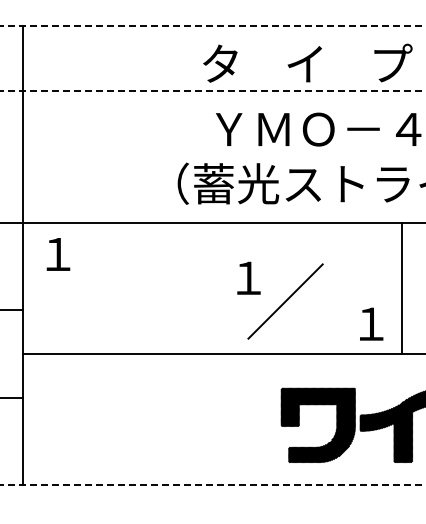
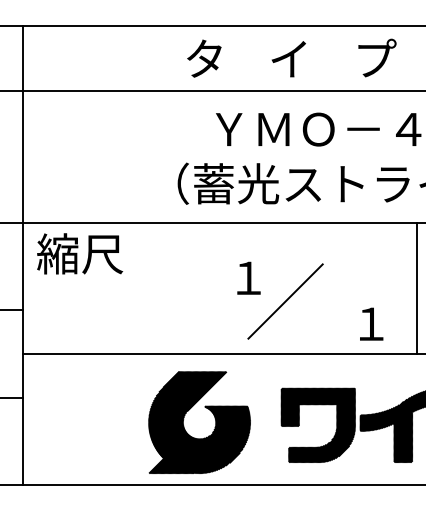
line at (213, 25): dashed -> solid
text at (307, 62) position: (307, 62) -> (291, 57)
line at (213, 91): dashed -> solid
text at (80, 253): １ -> 縮尺
line at (401, 288) position: (401, 288) -> (416, 288)
part at (184, 419): none -> present
line at (213, 485): dashed -> solid
